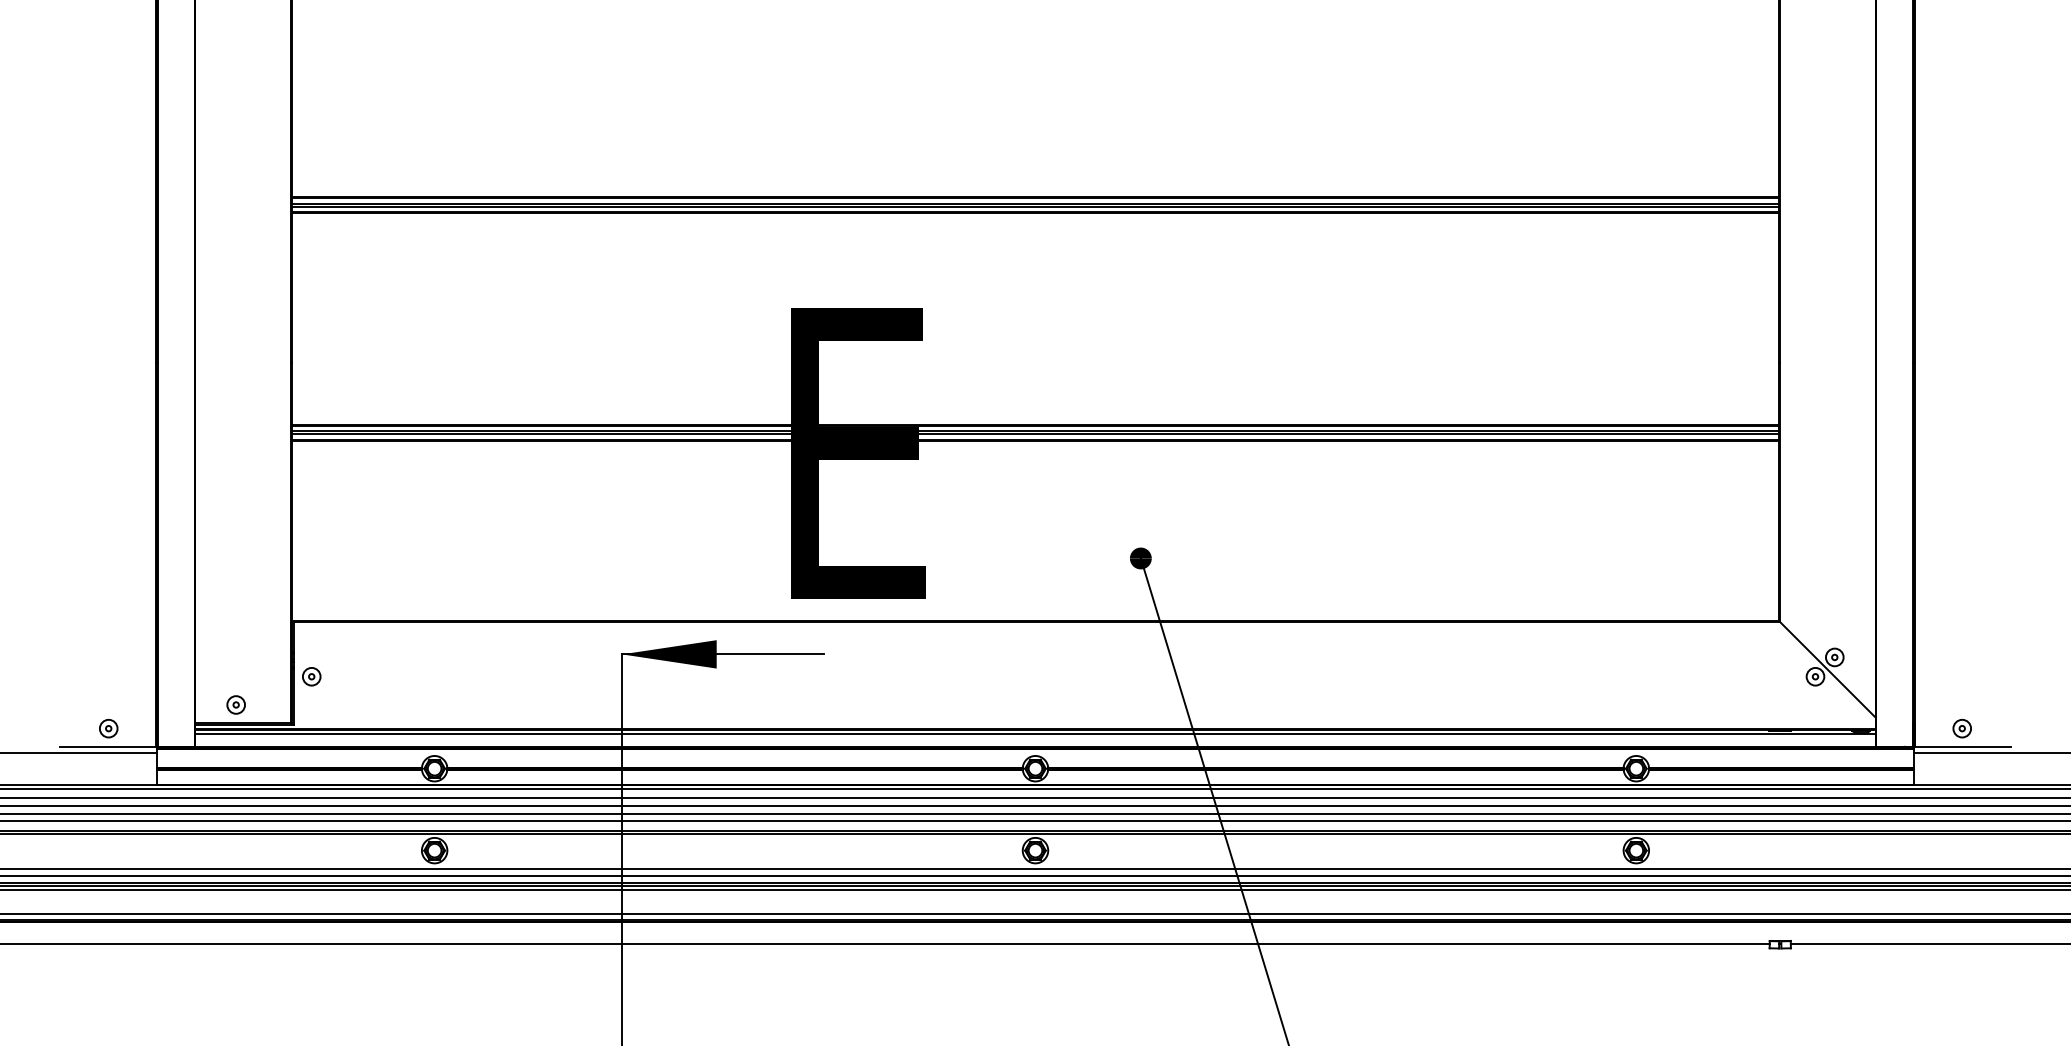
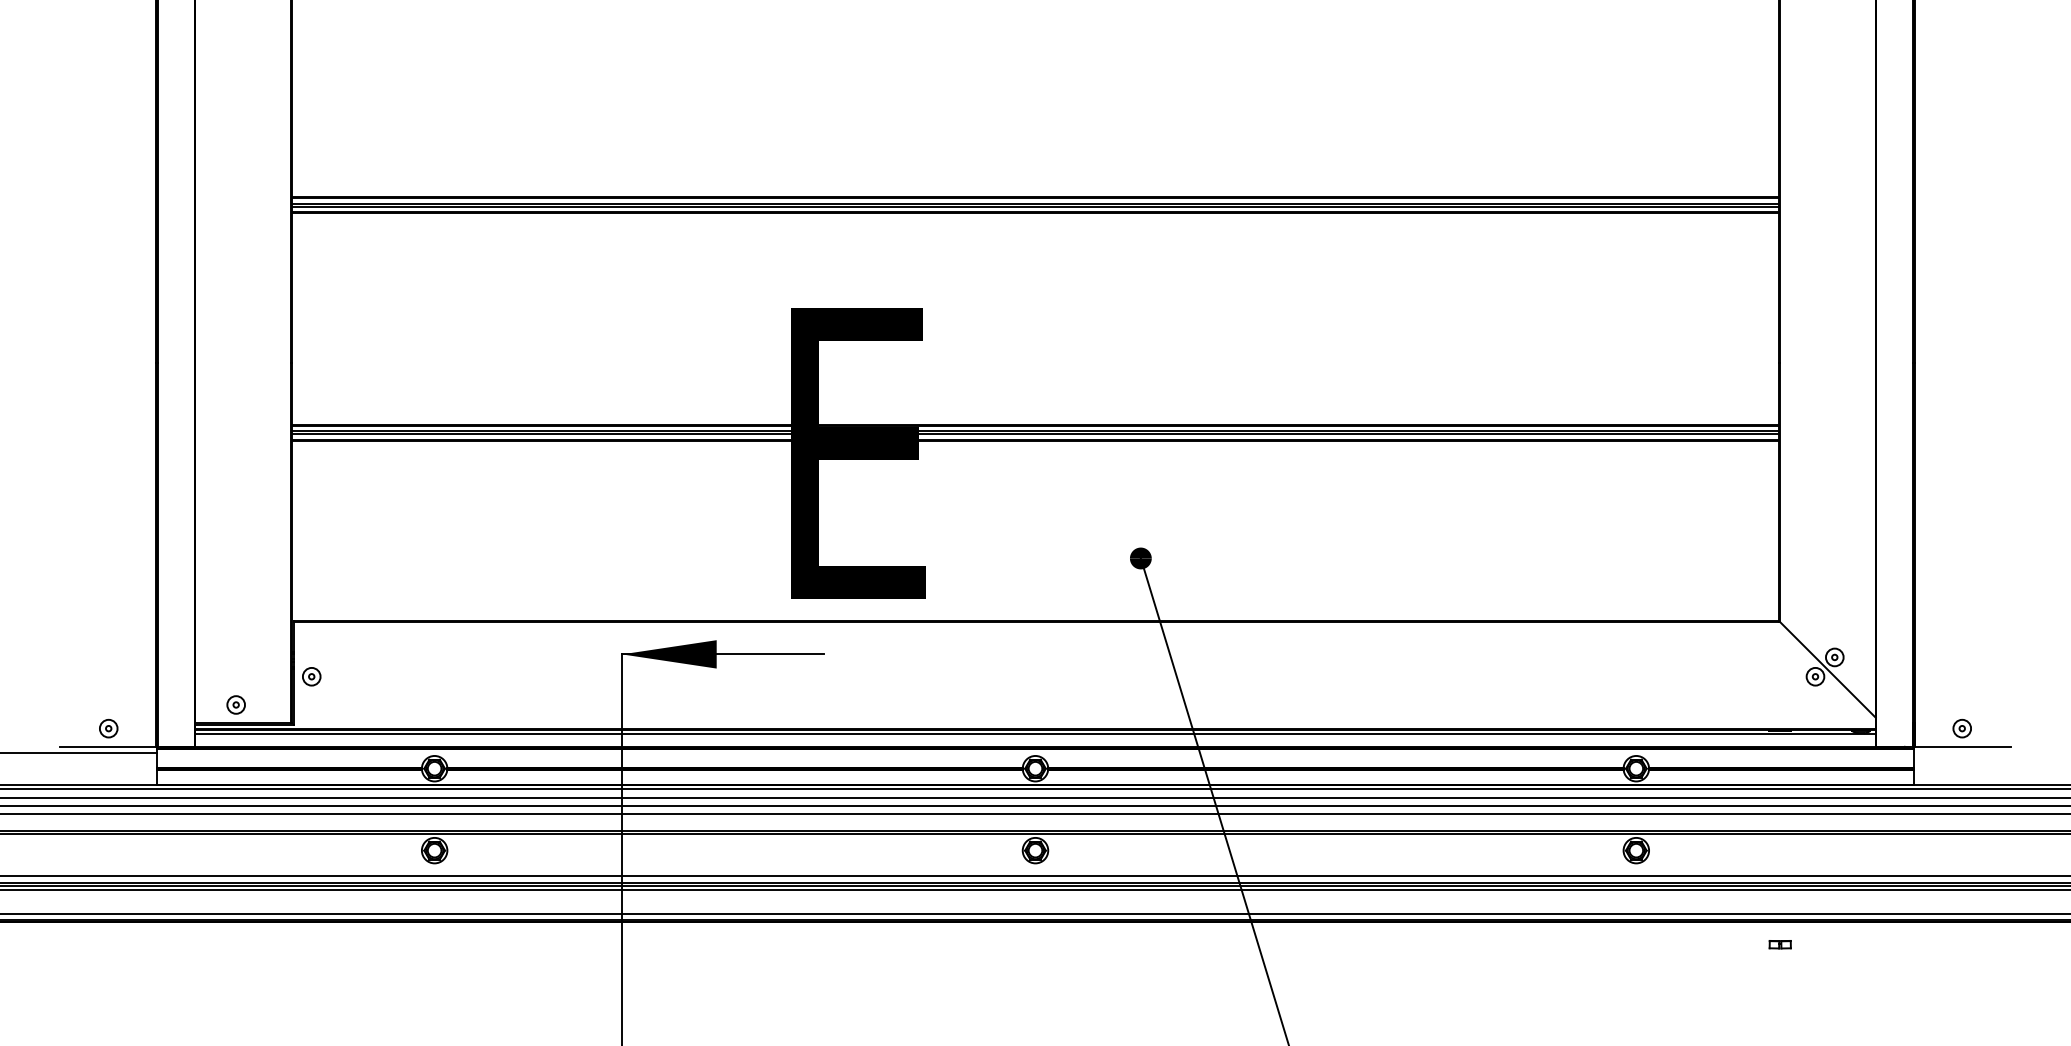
line at (1990, 753): present -> none
line at (1034, 821): present -> none
line at (1034, 868): present -> none
line at (885, 944): present -> none
line at (1928, 944): present -> none
